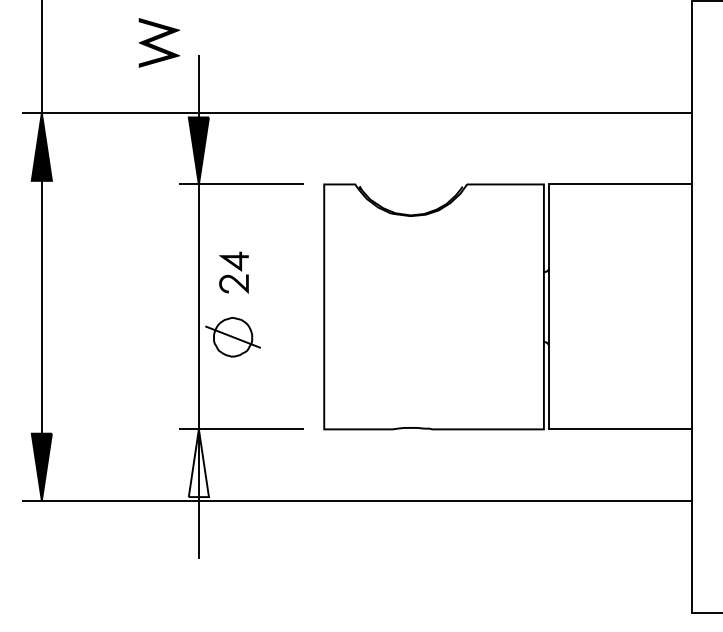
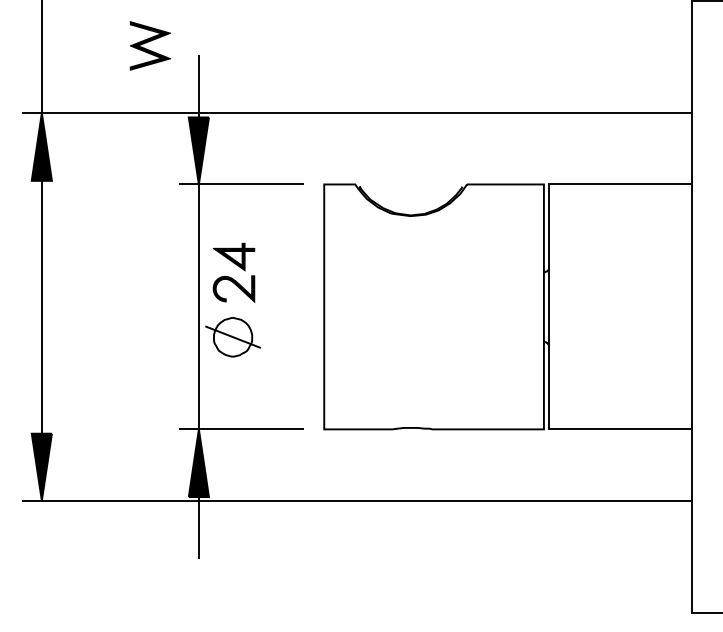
part at (159, 42) position: (159, 42) -> (150, 45)
part at (233, 272) size: 30x43 px -> 44x61 px
fill at (198, 463): none -> present
